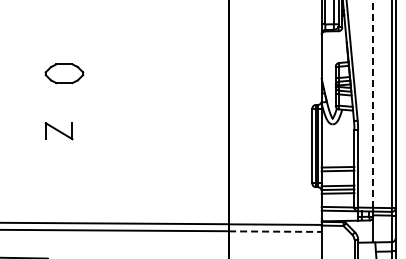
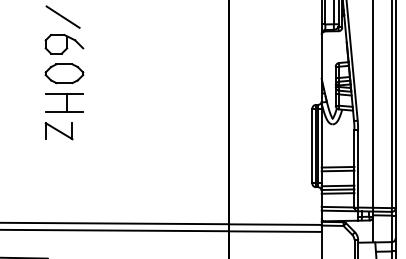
line at (62, 16): none -> present
part at (64, 44): none -> present
part at (64, 102): none -> present
line at (373, 104): dashed -> solid
line at (275, 231): dashed -> solid
